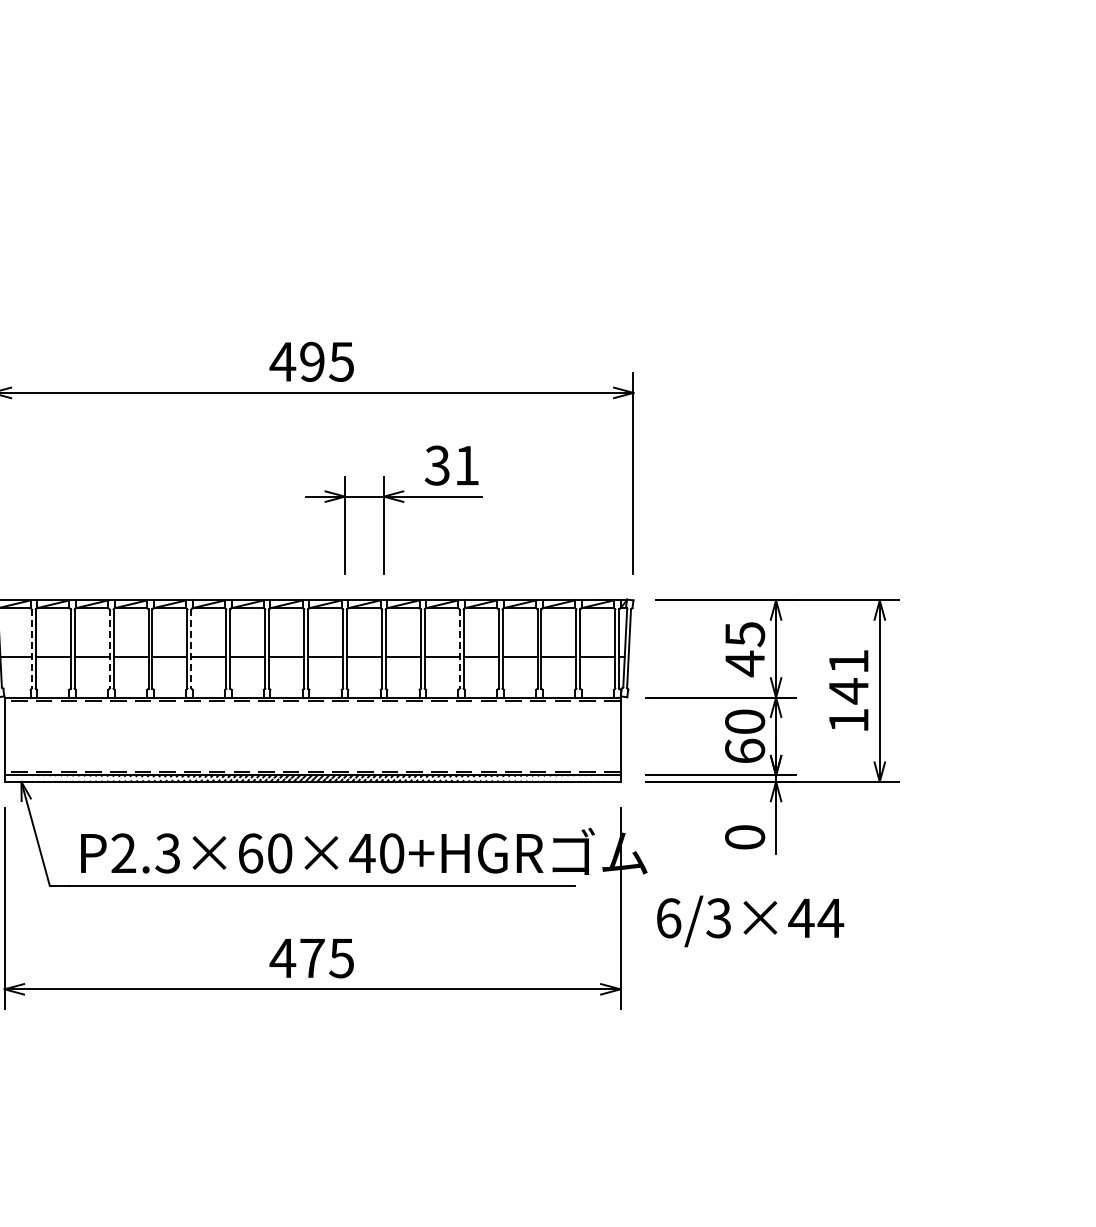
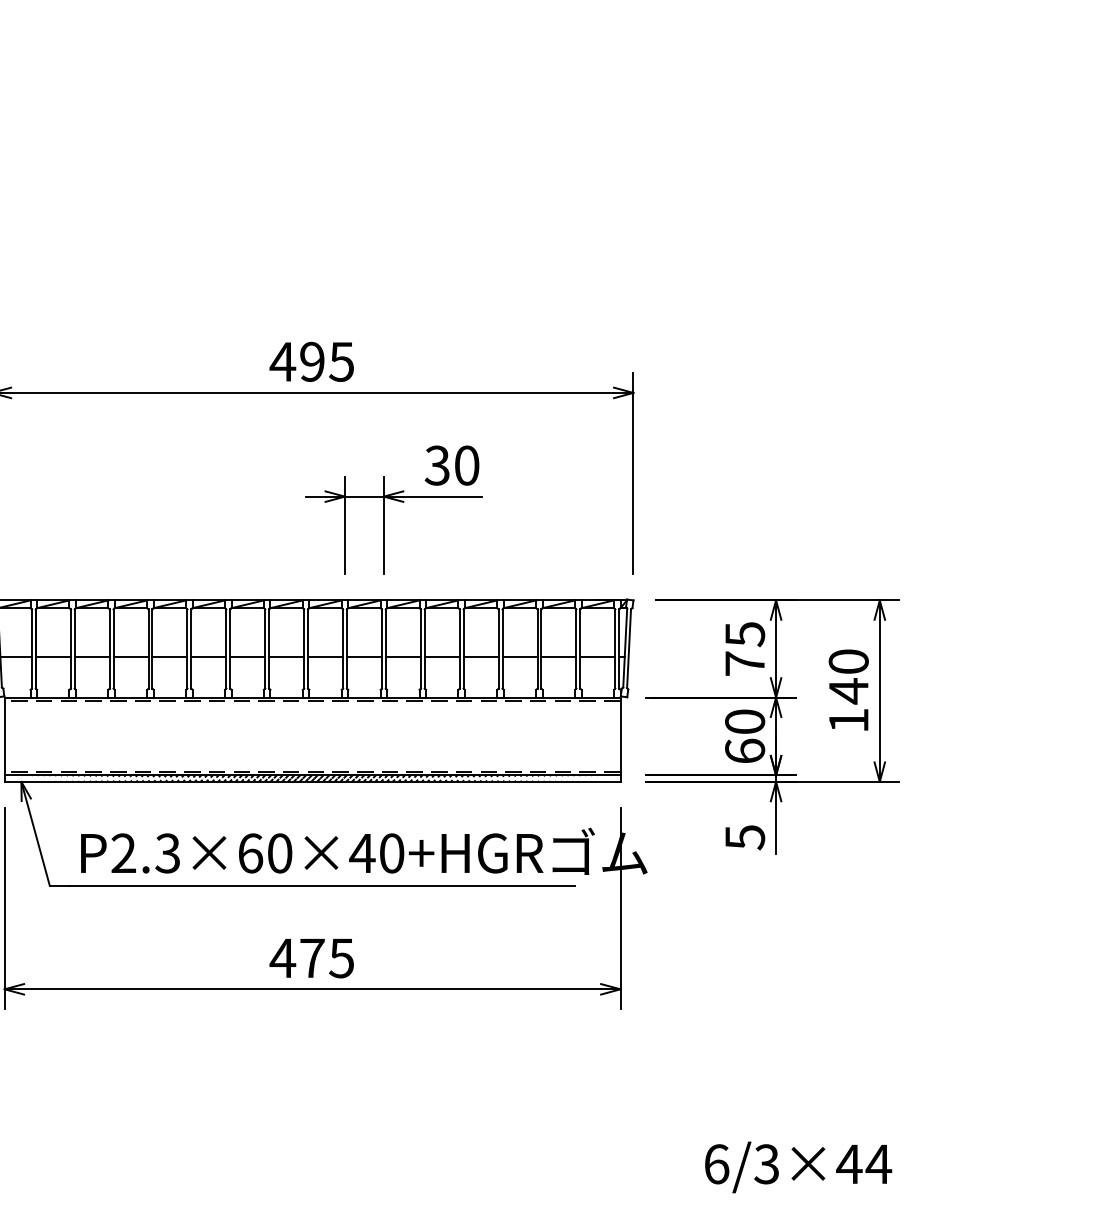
text at (467, 465): 31 -> 30
line at (31, 649): dashed -> solid
line at (109, 649): dashed -> solid
line at (191, 649): dashed -> solid
line at (459, 649): dashed -> solid
text at (848, 661): 141 -> 140
text at (744, 663): 45 -> 75
text at (745, 837): 0 -> 5
text at (750, 921) position: (750, 921) -> (798, 1167)
